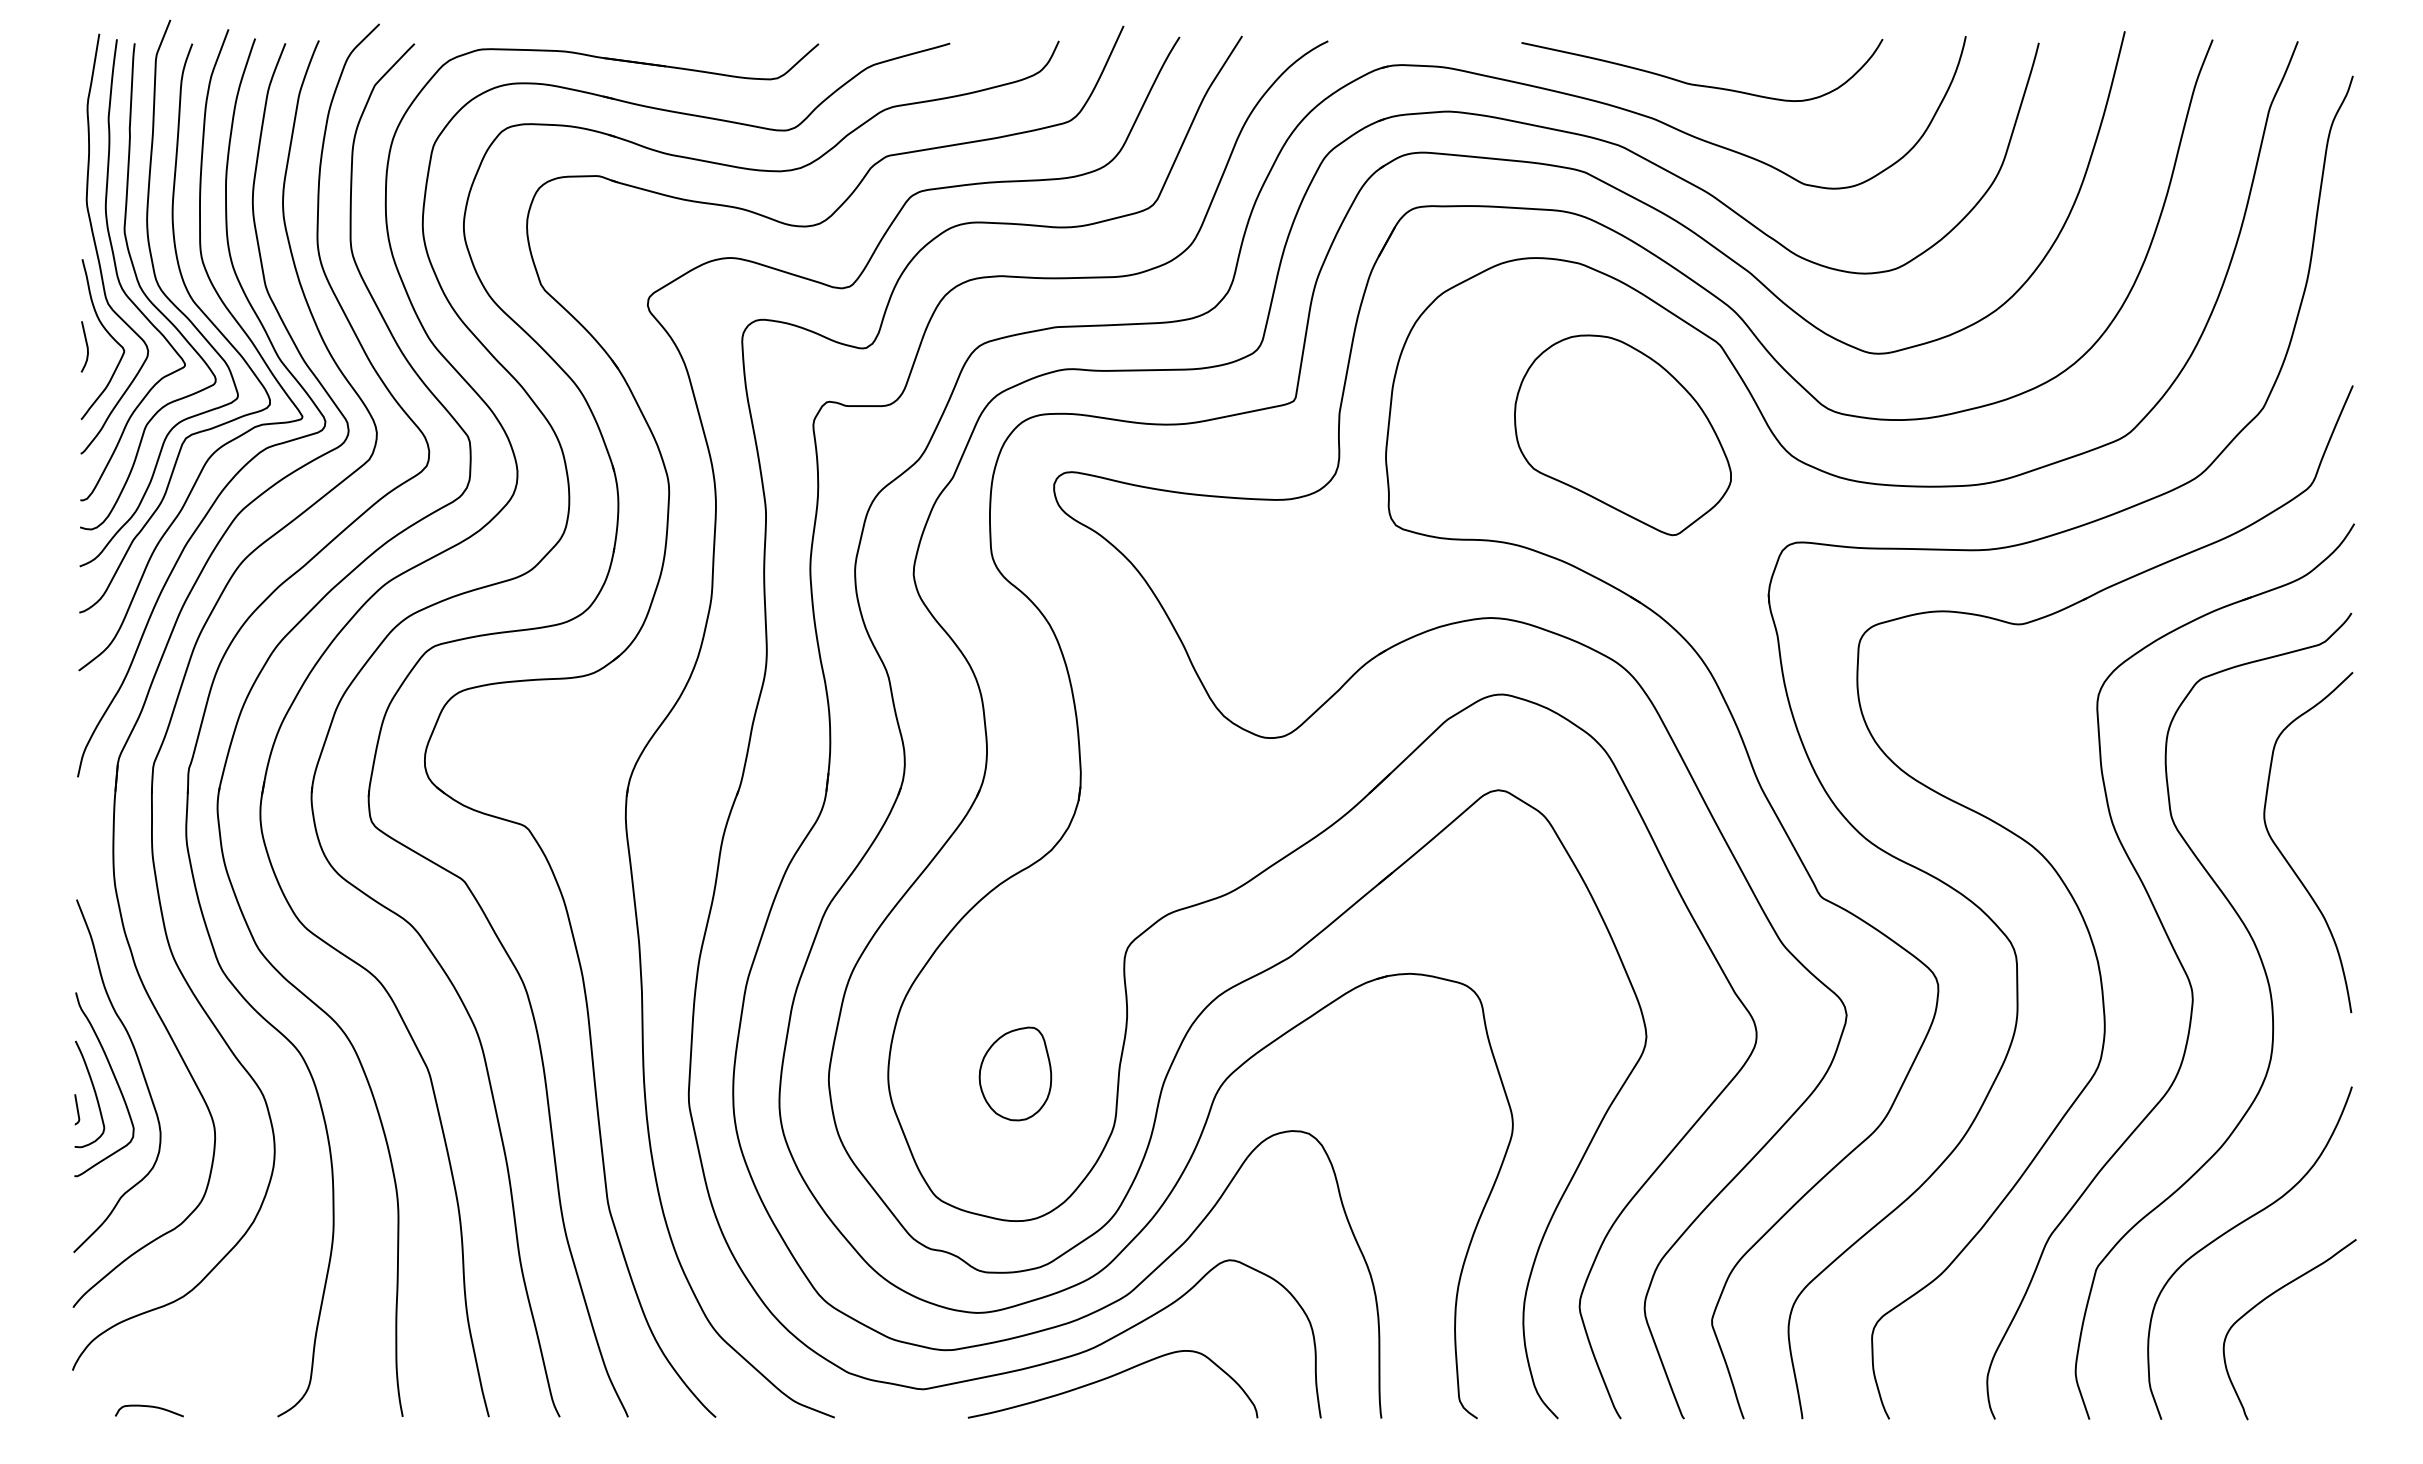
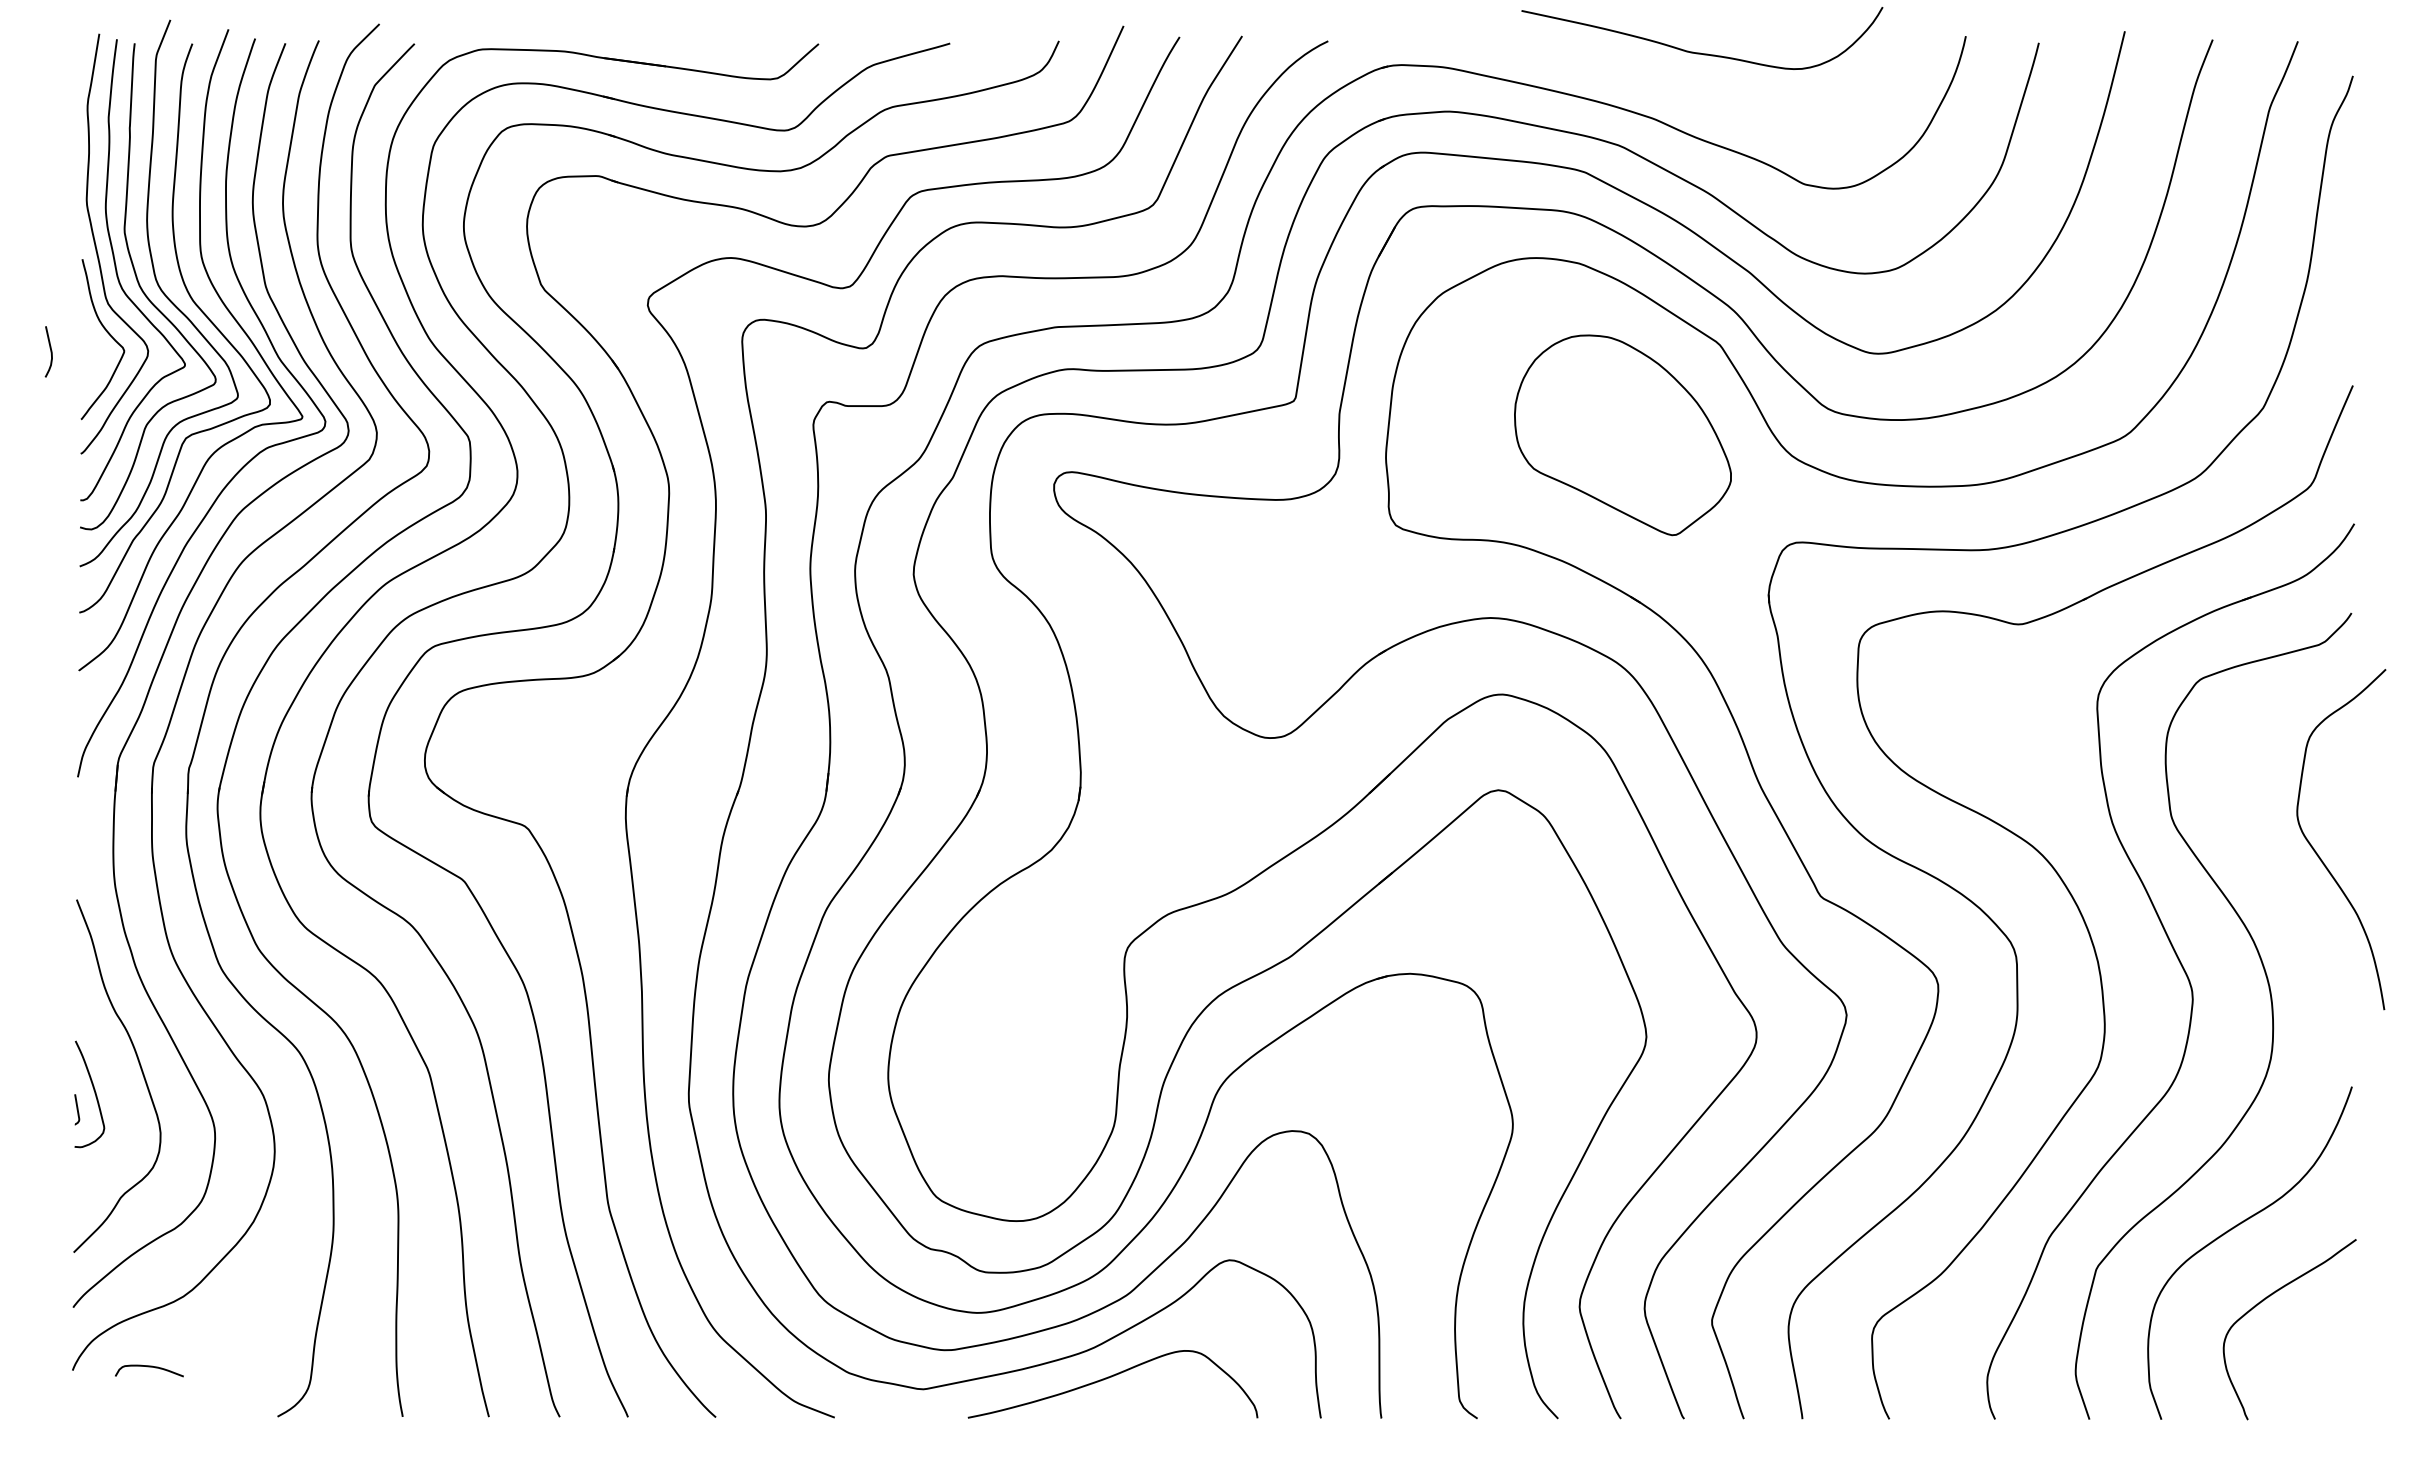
curve at (1700, 84) position: (1700, 84) -> (1700, 52)
curve at (86, 346) position: (86, 346) -> (50, 351)
curve at (2285, 857) position: (2285, 857) -> (2318, 854)
part at (1015, 1073): present -> none
curve at (115, 1081): present -> none
curve at (149, 1407) position: (149, 1407) -> (149, 1367)
